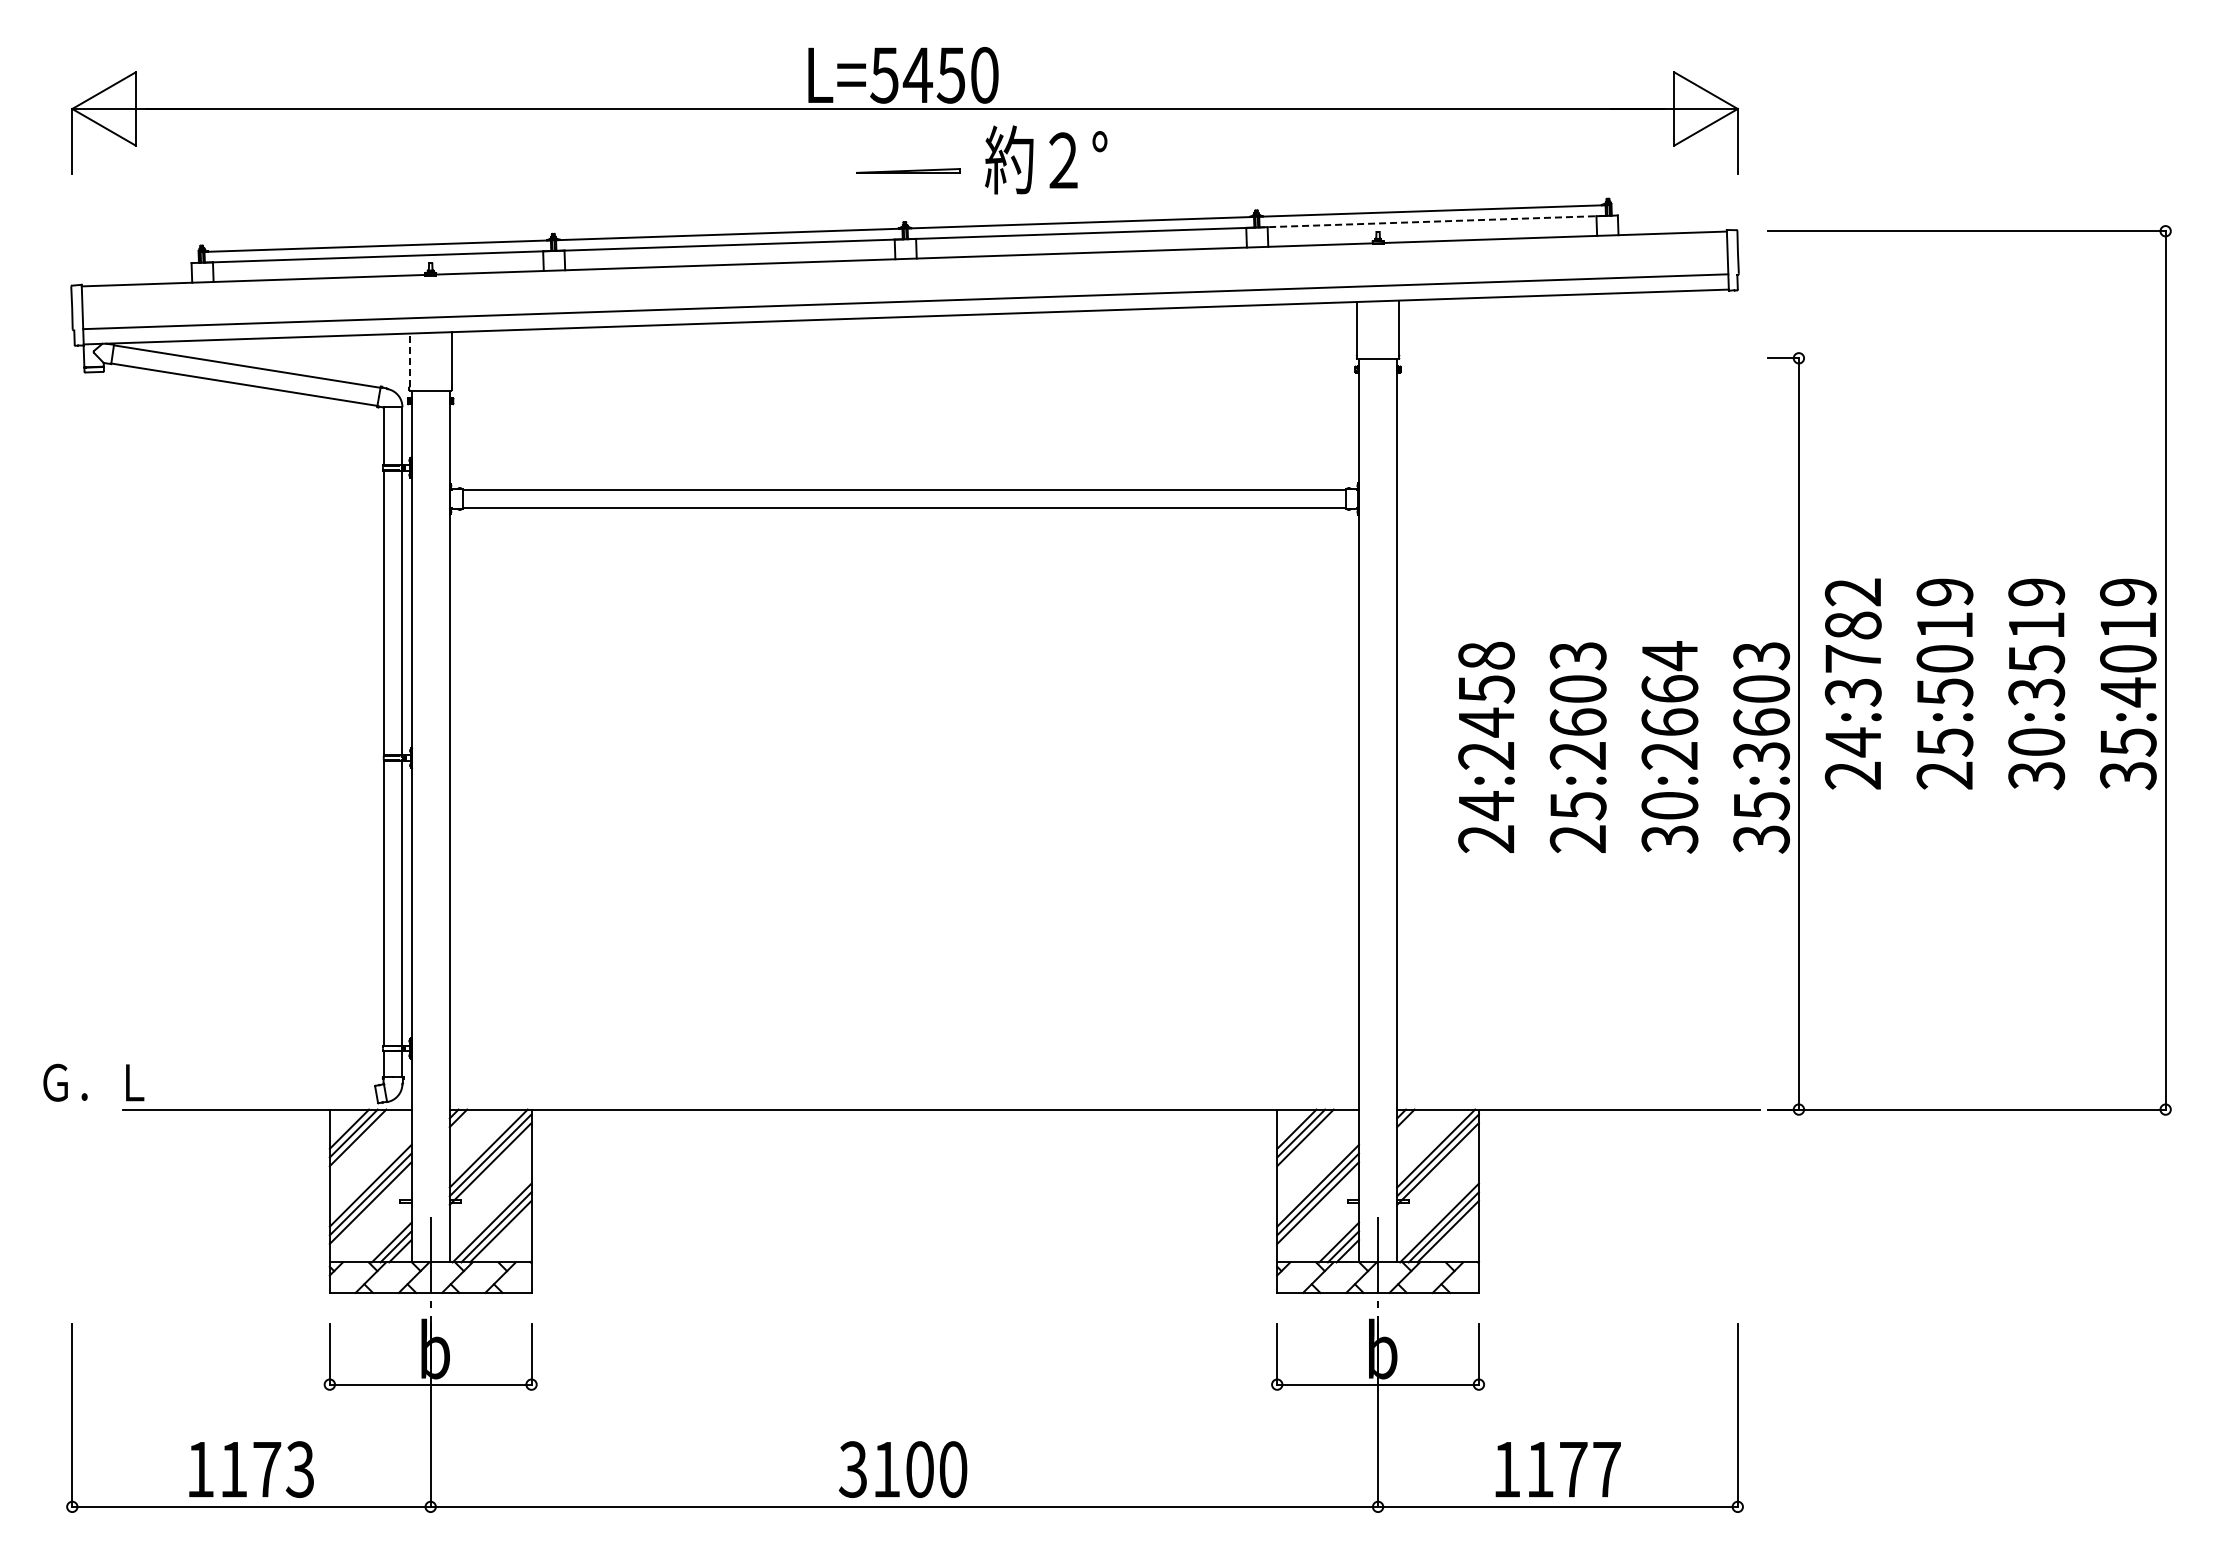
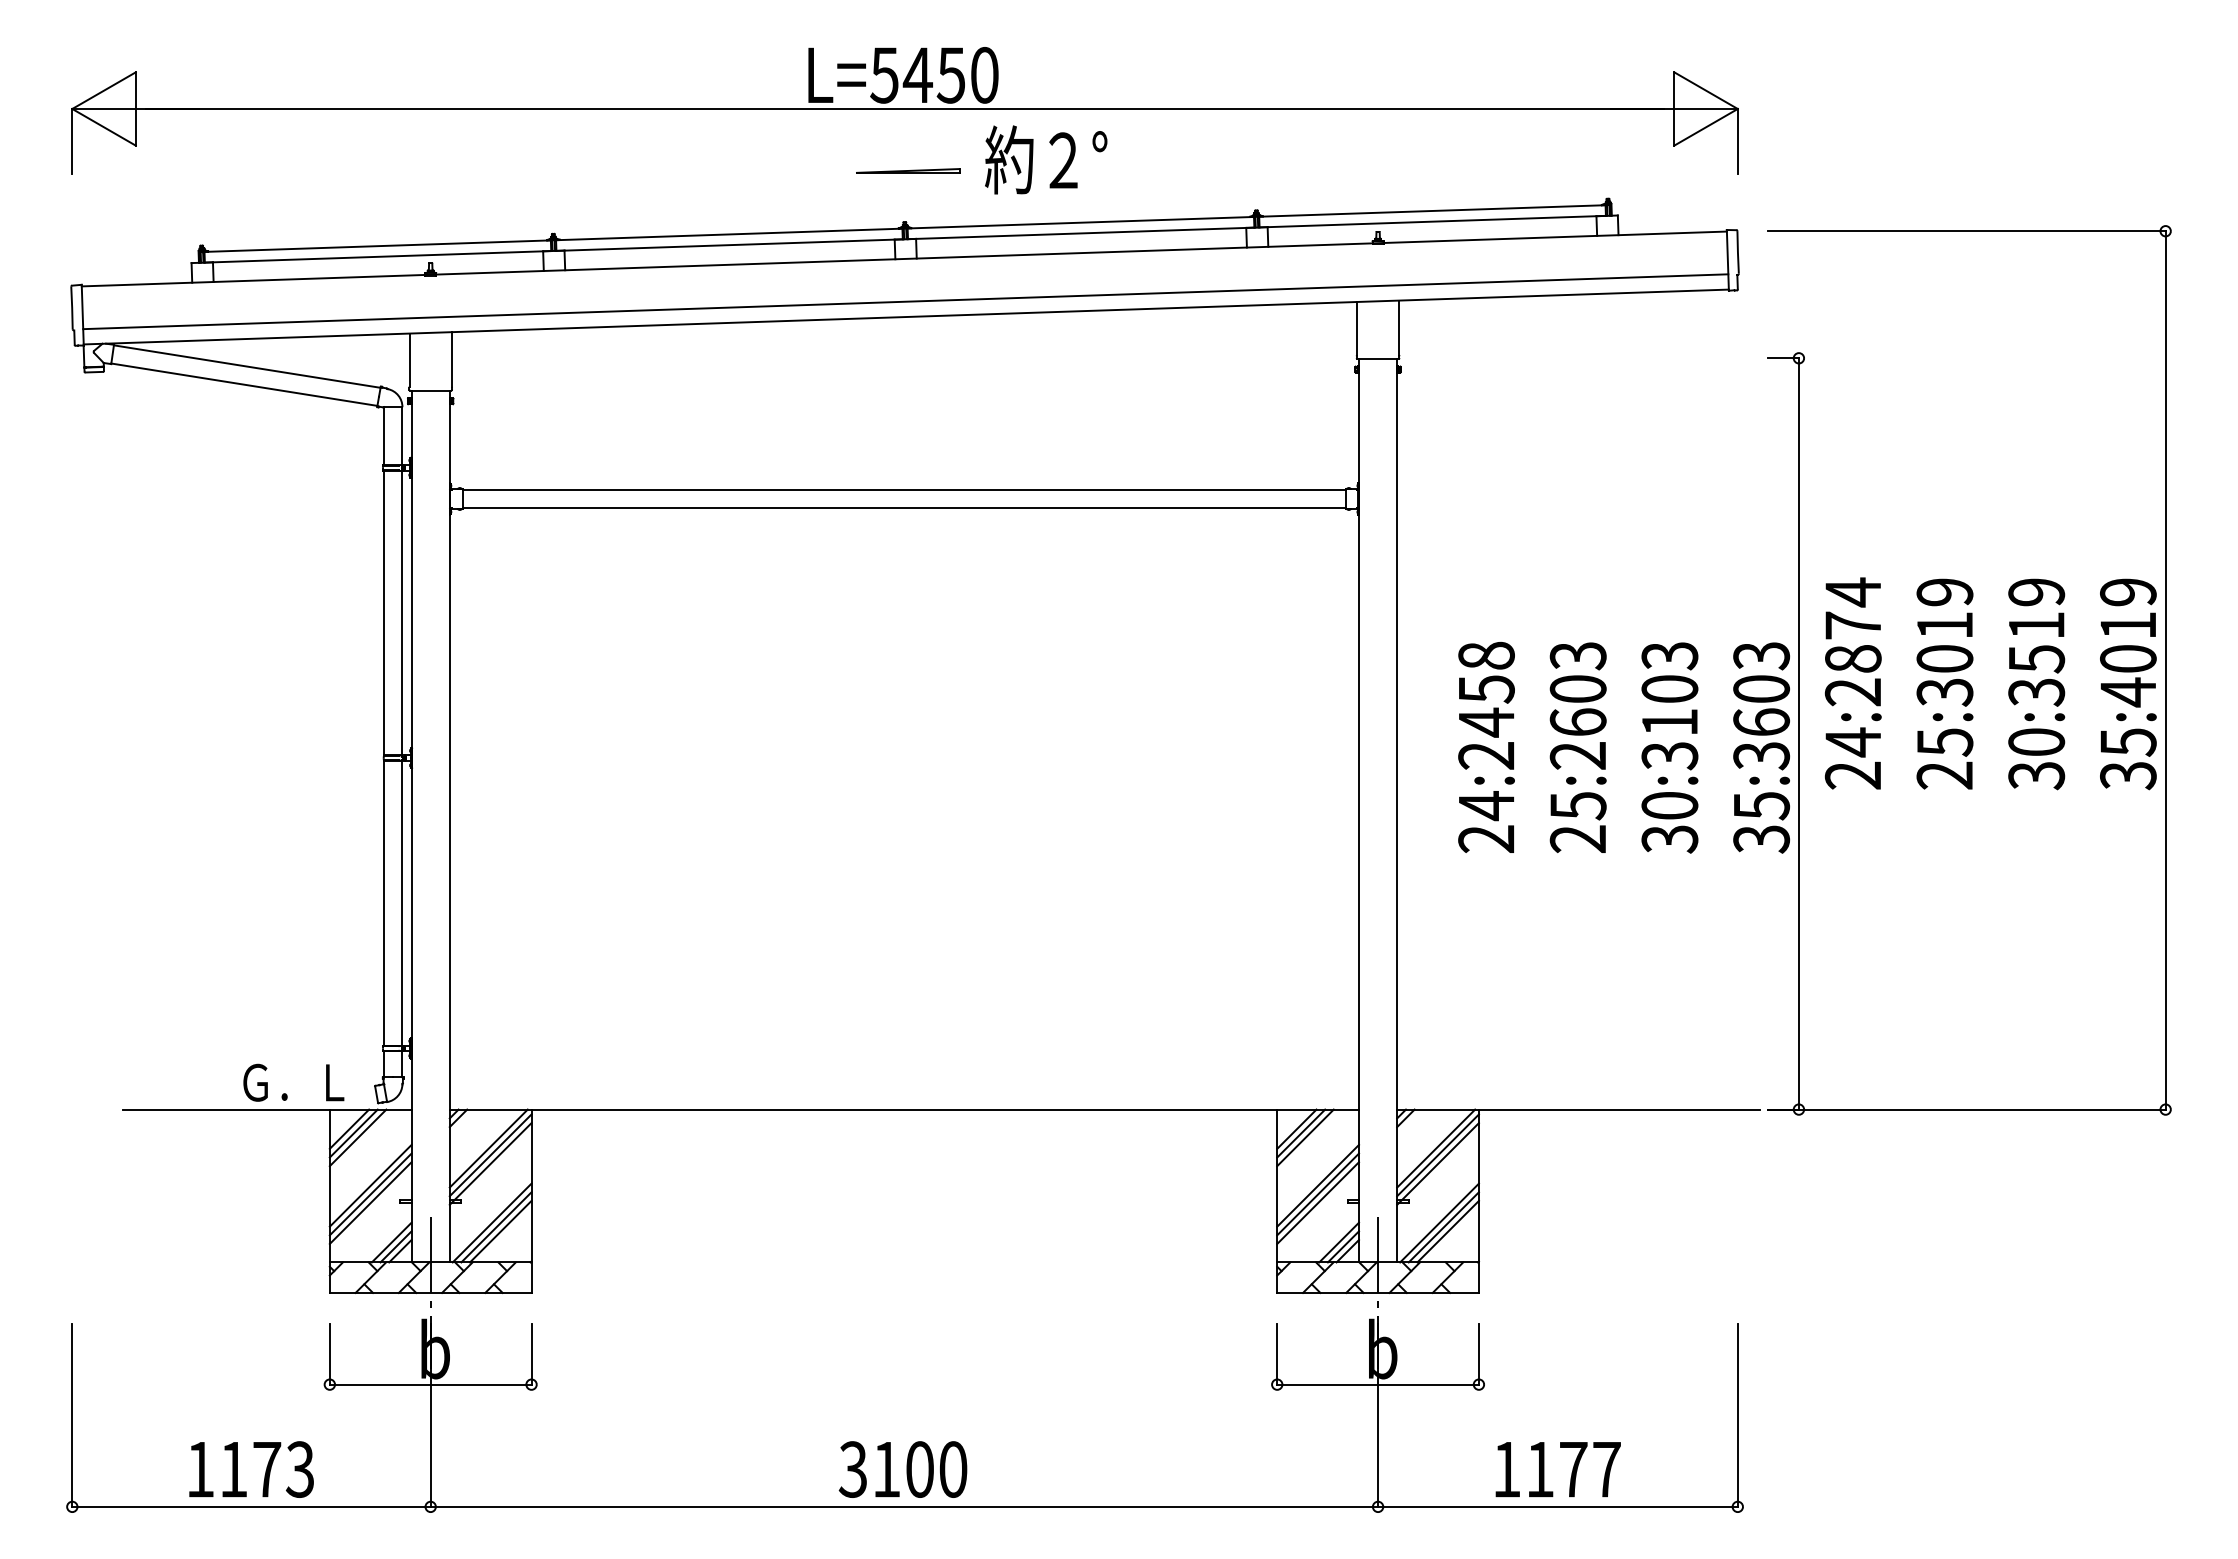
line at (1432, 221): dashed -> solid
line at (409, 360): dashed -> solid
text at (1852, 641): 24:3782 -> 24:2874
text at (1944, 692): 25:5019 -> 25:3019
text at (1669, 705): 30:2664 -> 30:3103
text at (93, 1082) position: (93, 1082) -> (293, 1082)
